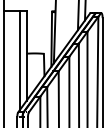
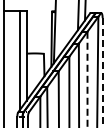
line at (102, 73): solid -> dashed
line at (87, 79): solid -> dashed
